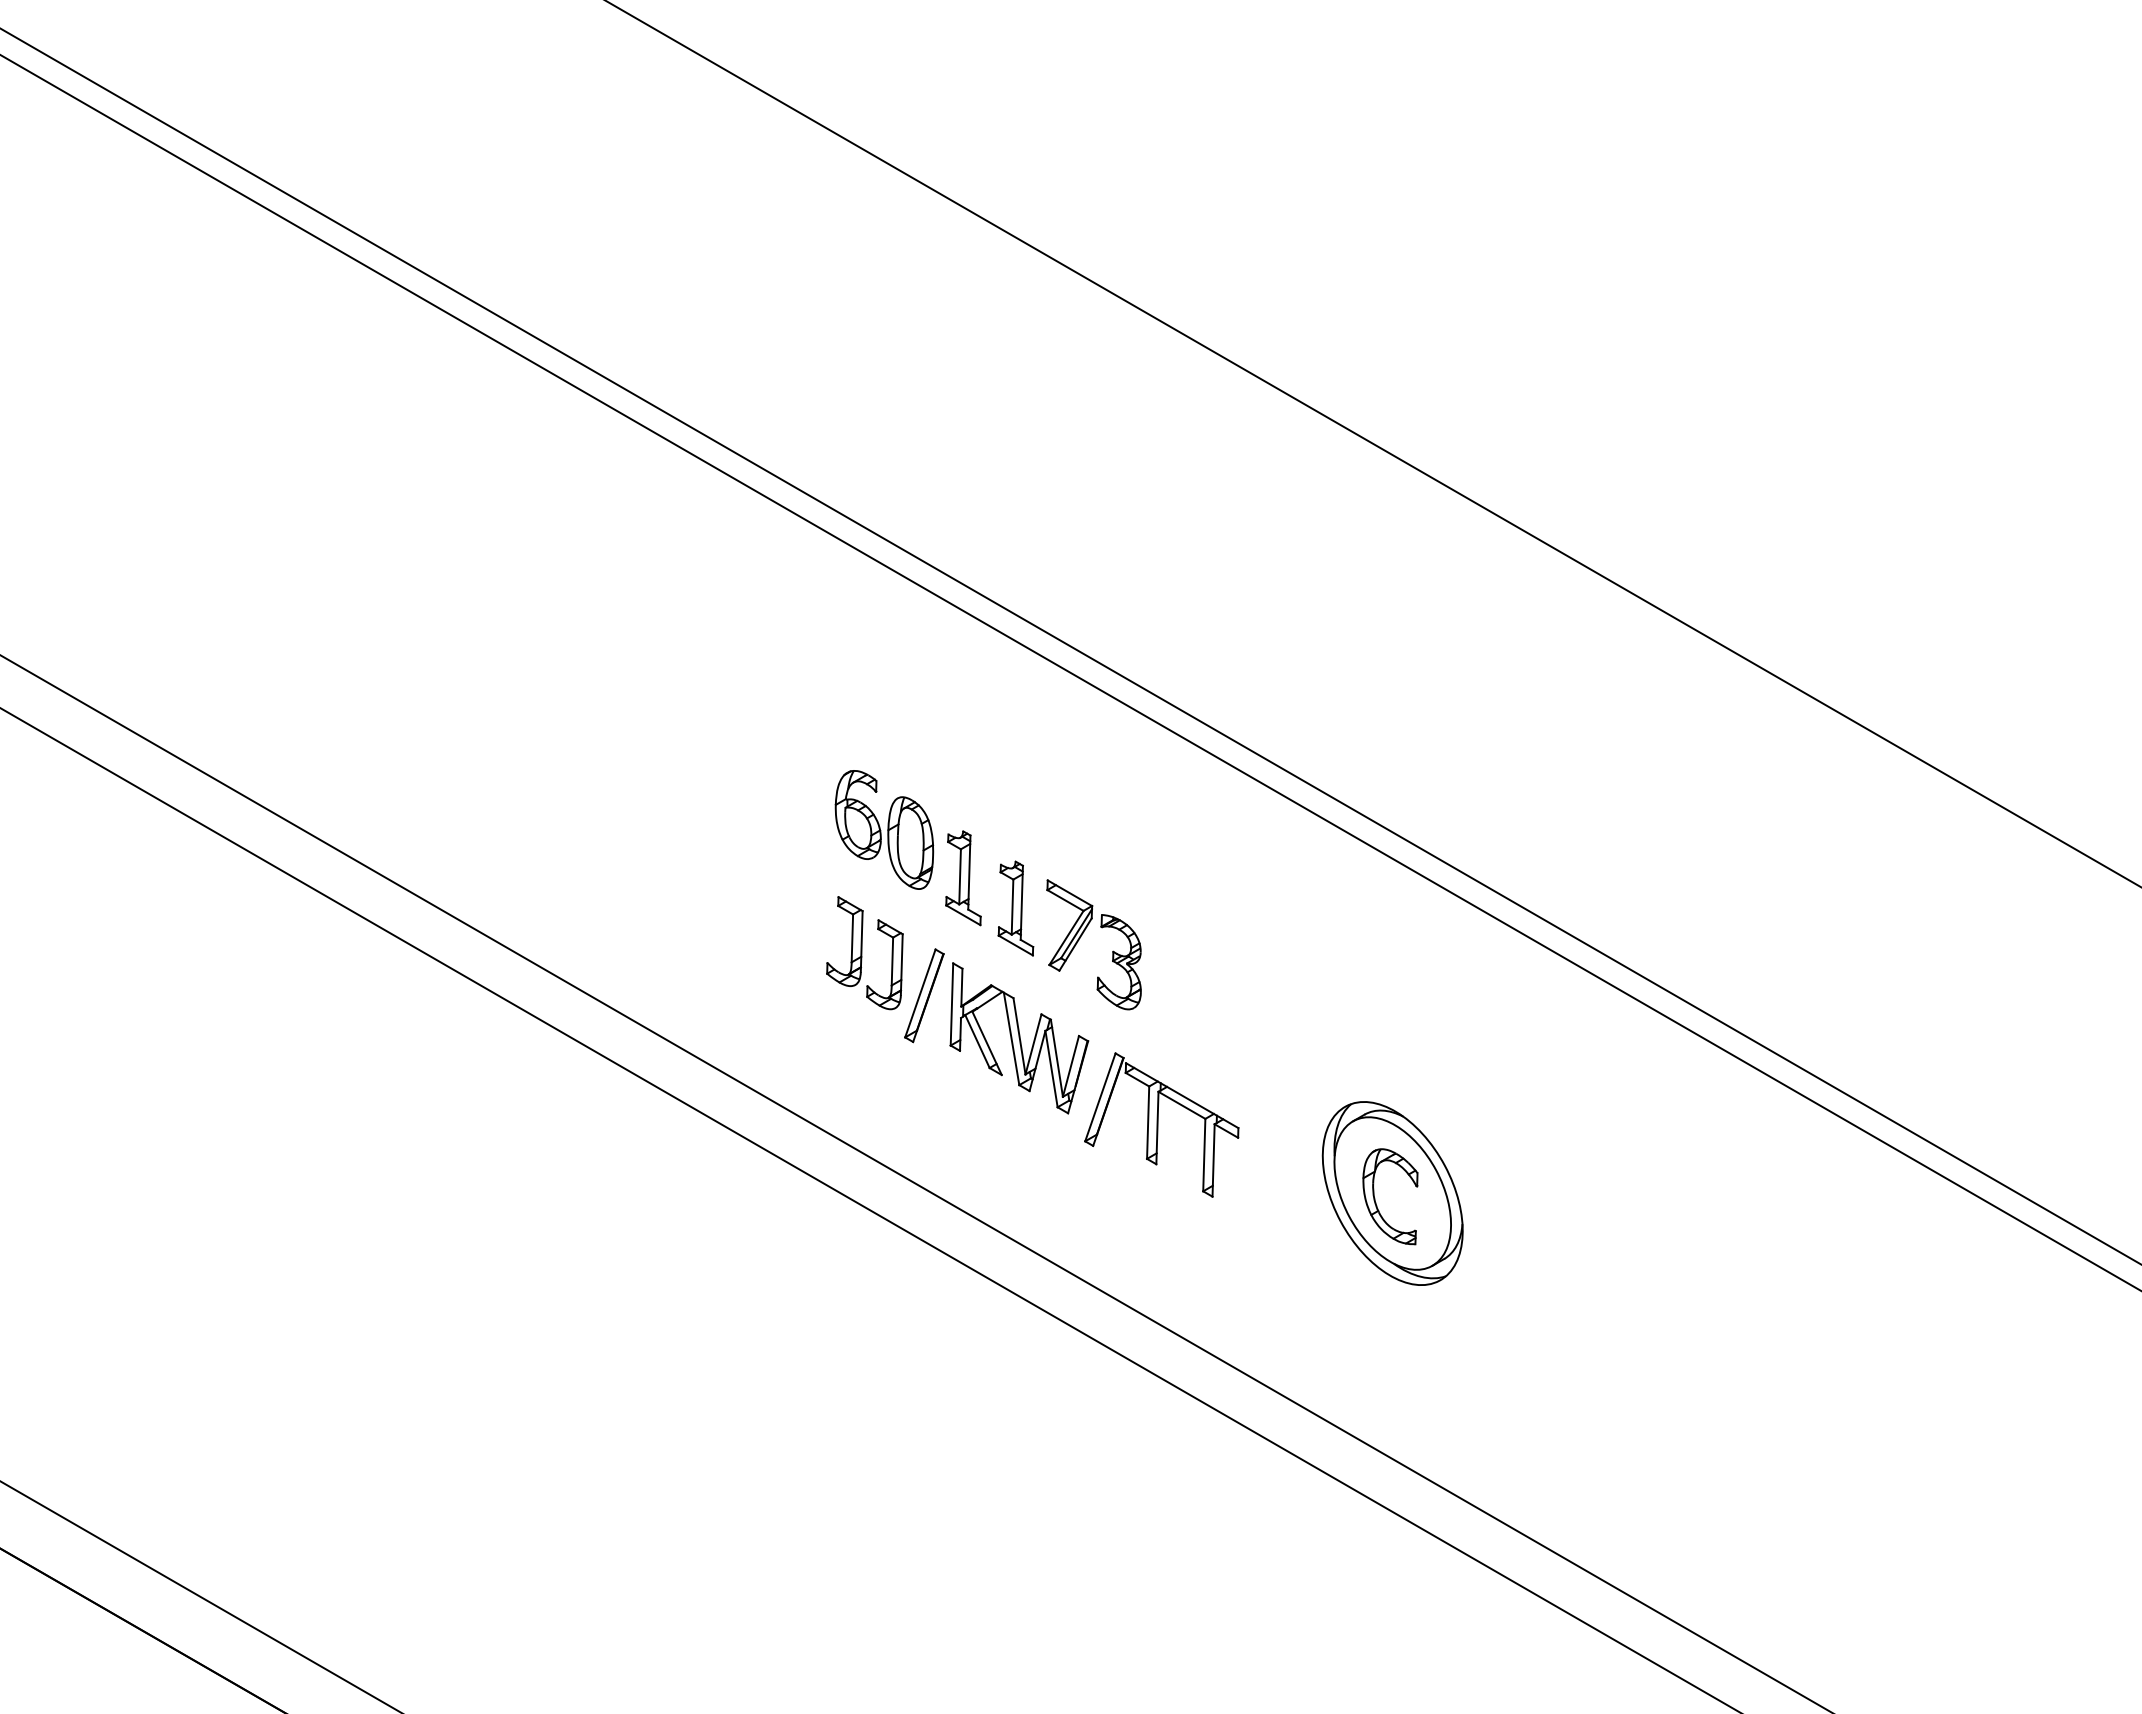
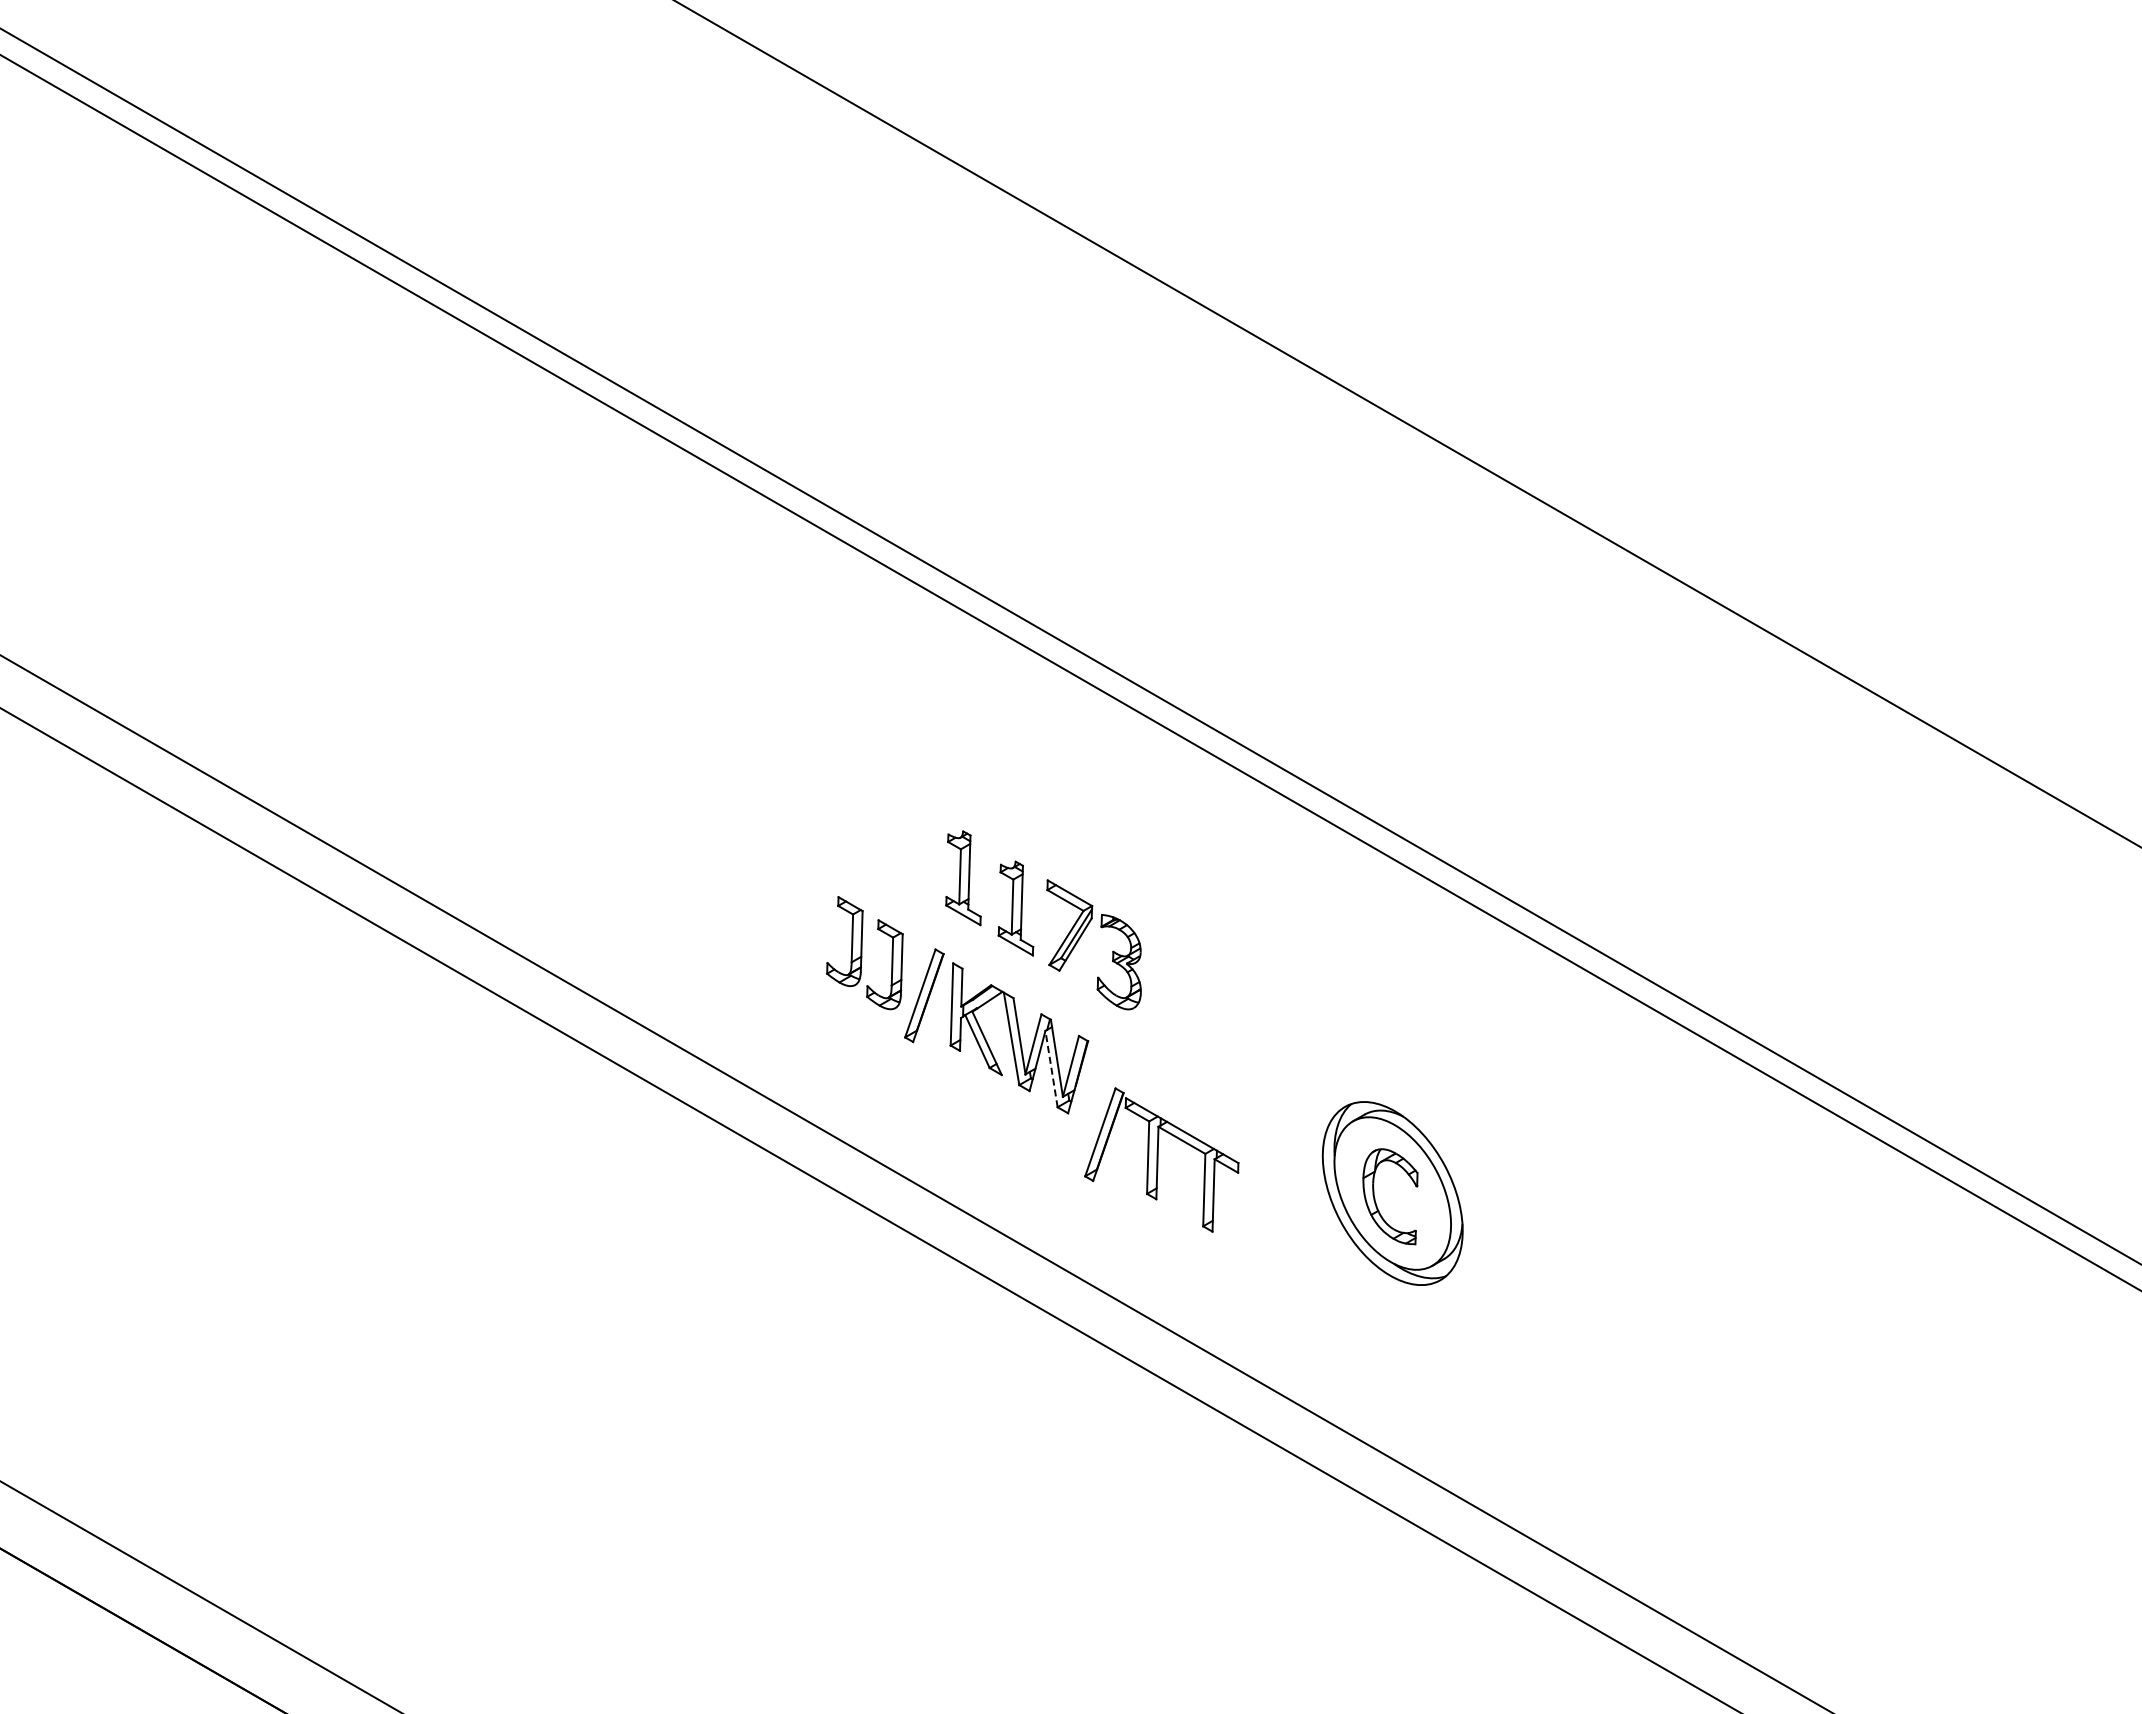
line at (1372, 443) position: (1372, 443) -> (1407, 424)
part at (884, 829): present -> none
line at (1051, 1069): solid -> dashed
part at (1161, 1124) position: (1161, 1124) -> (1161, 1159)
